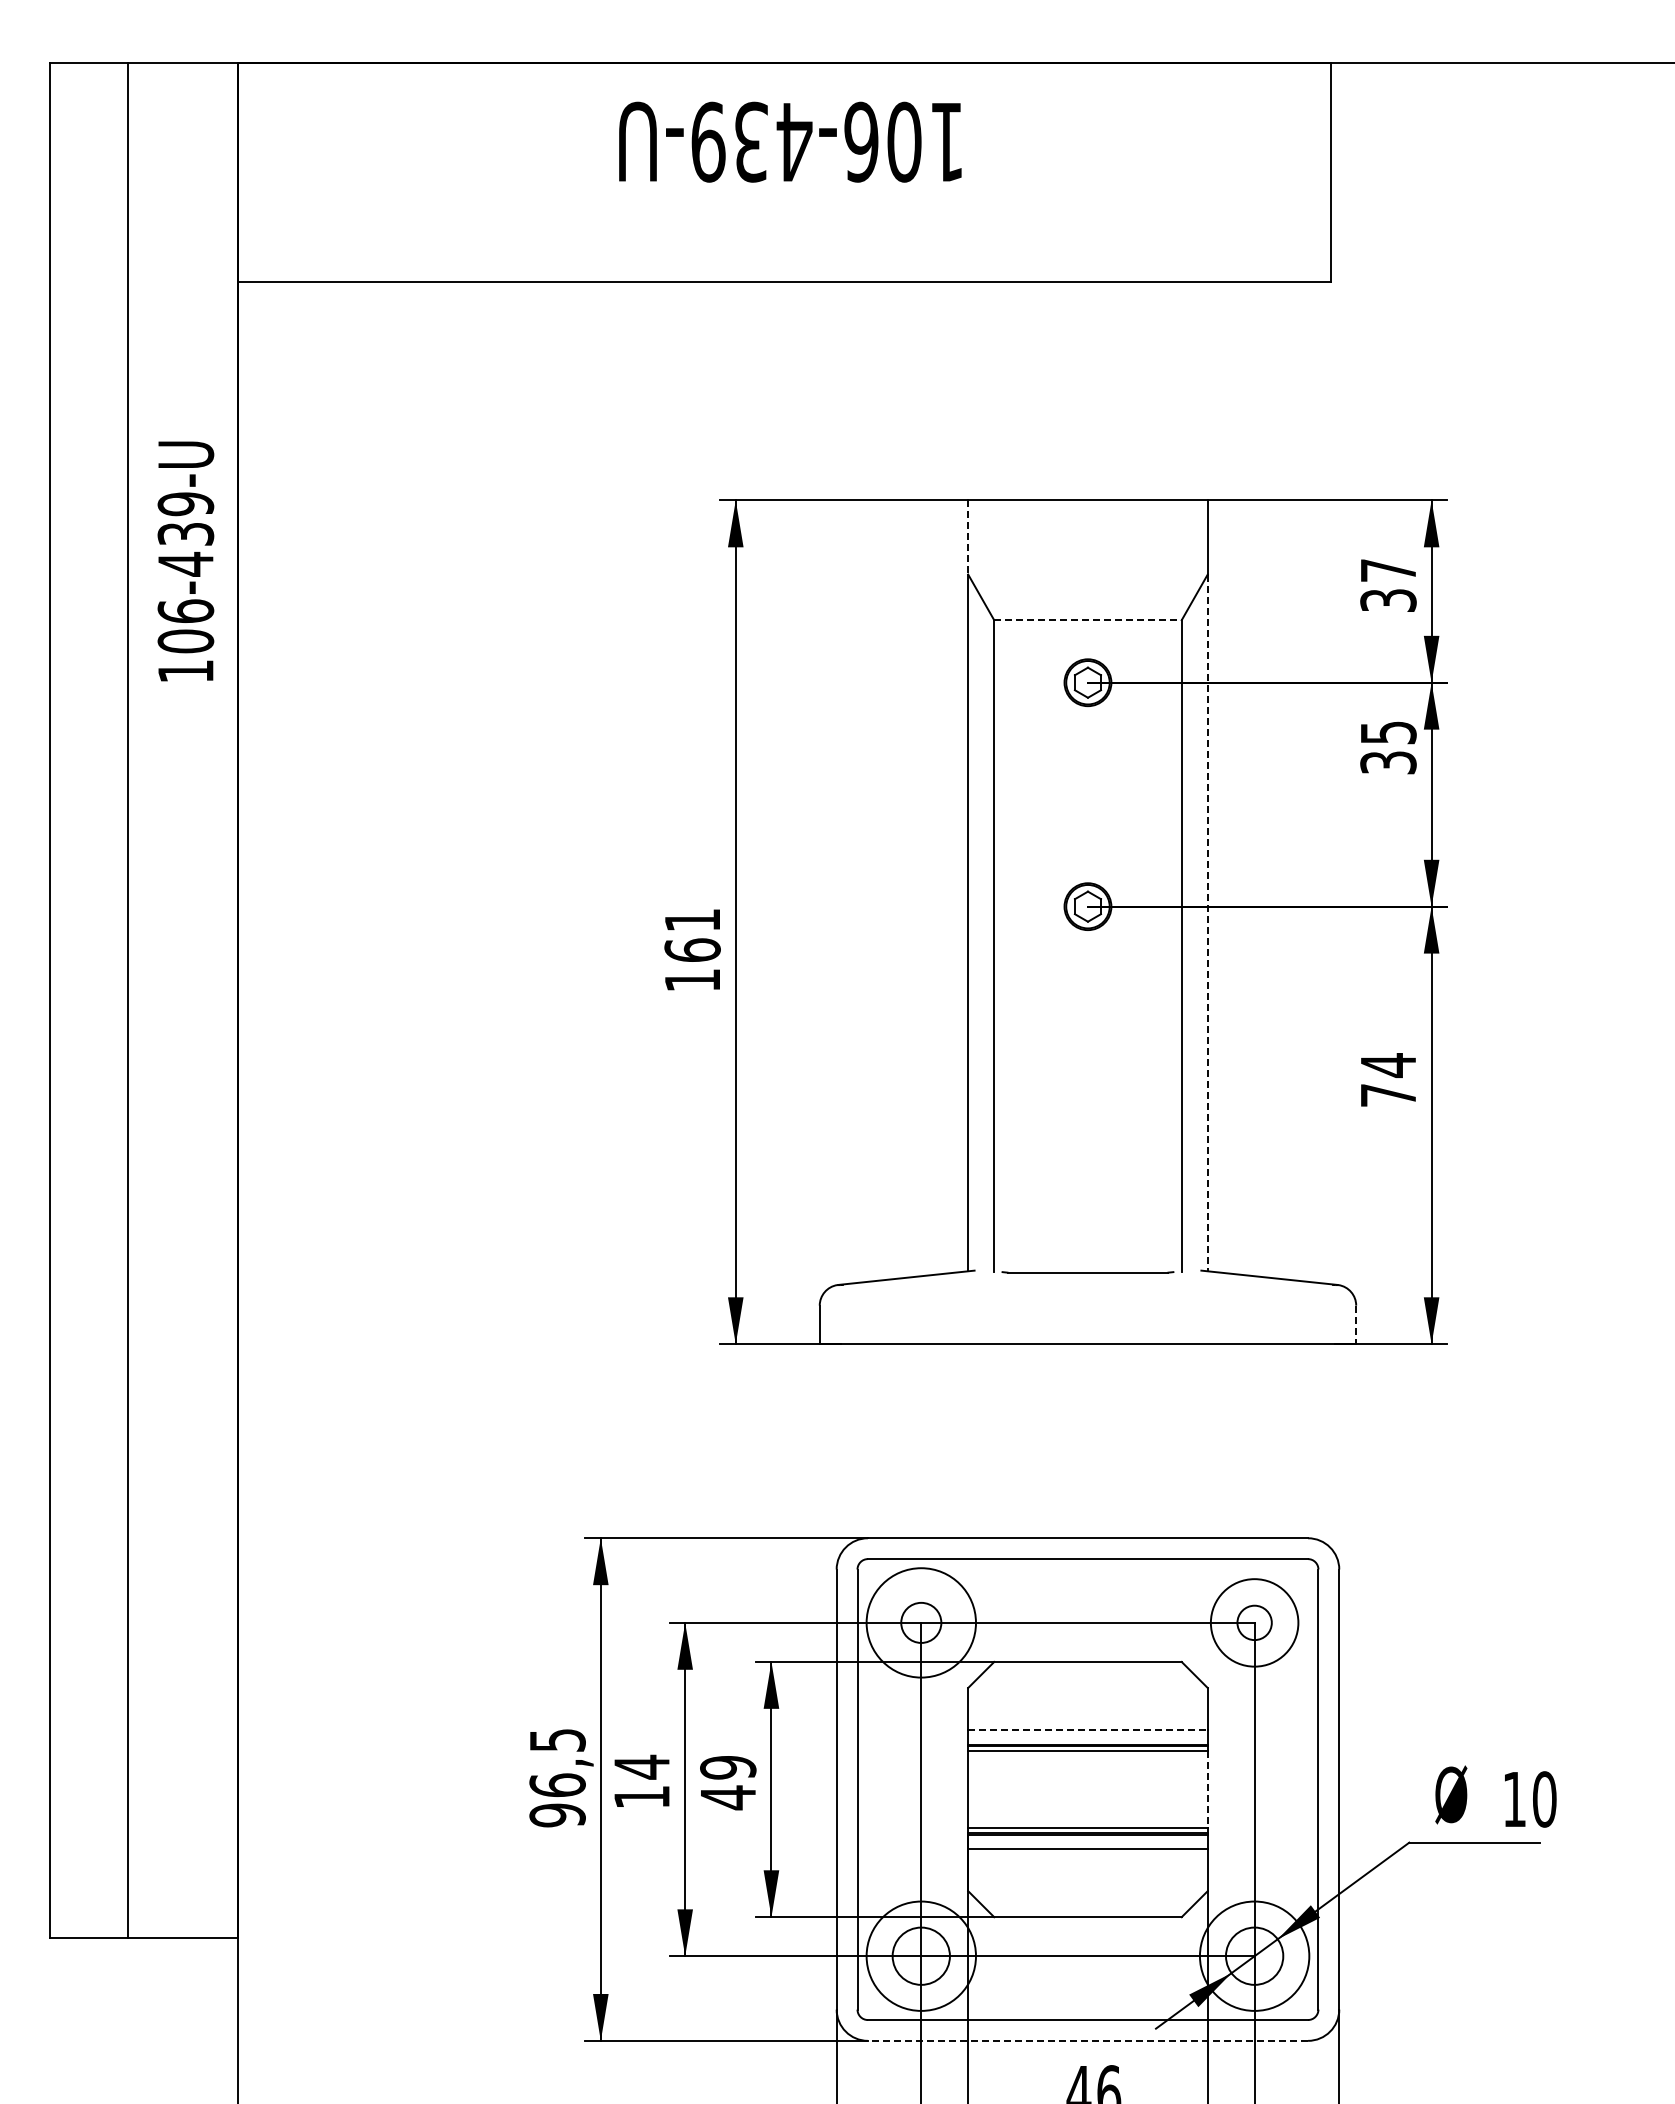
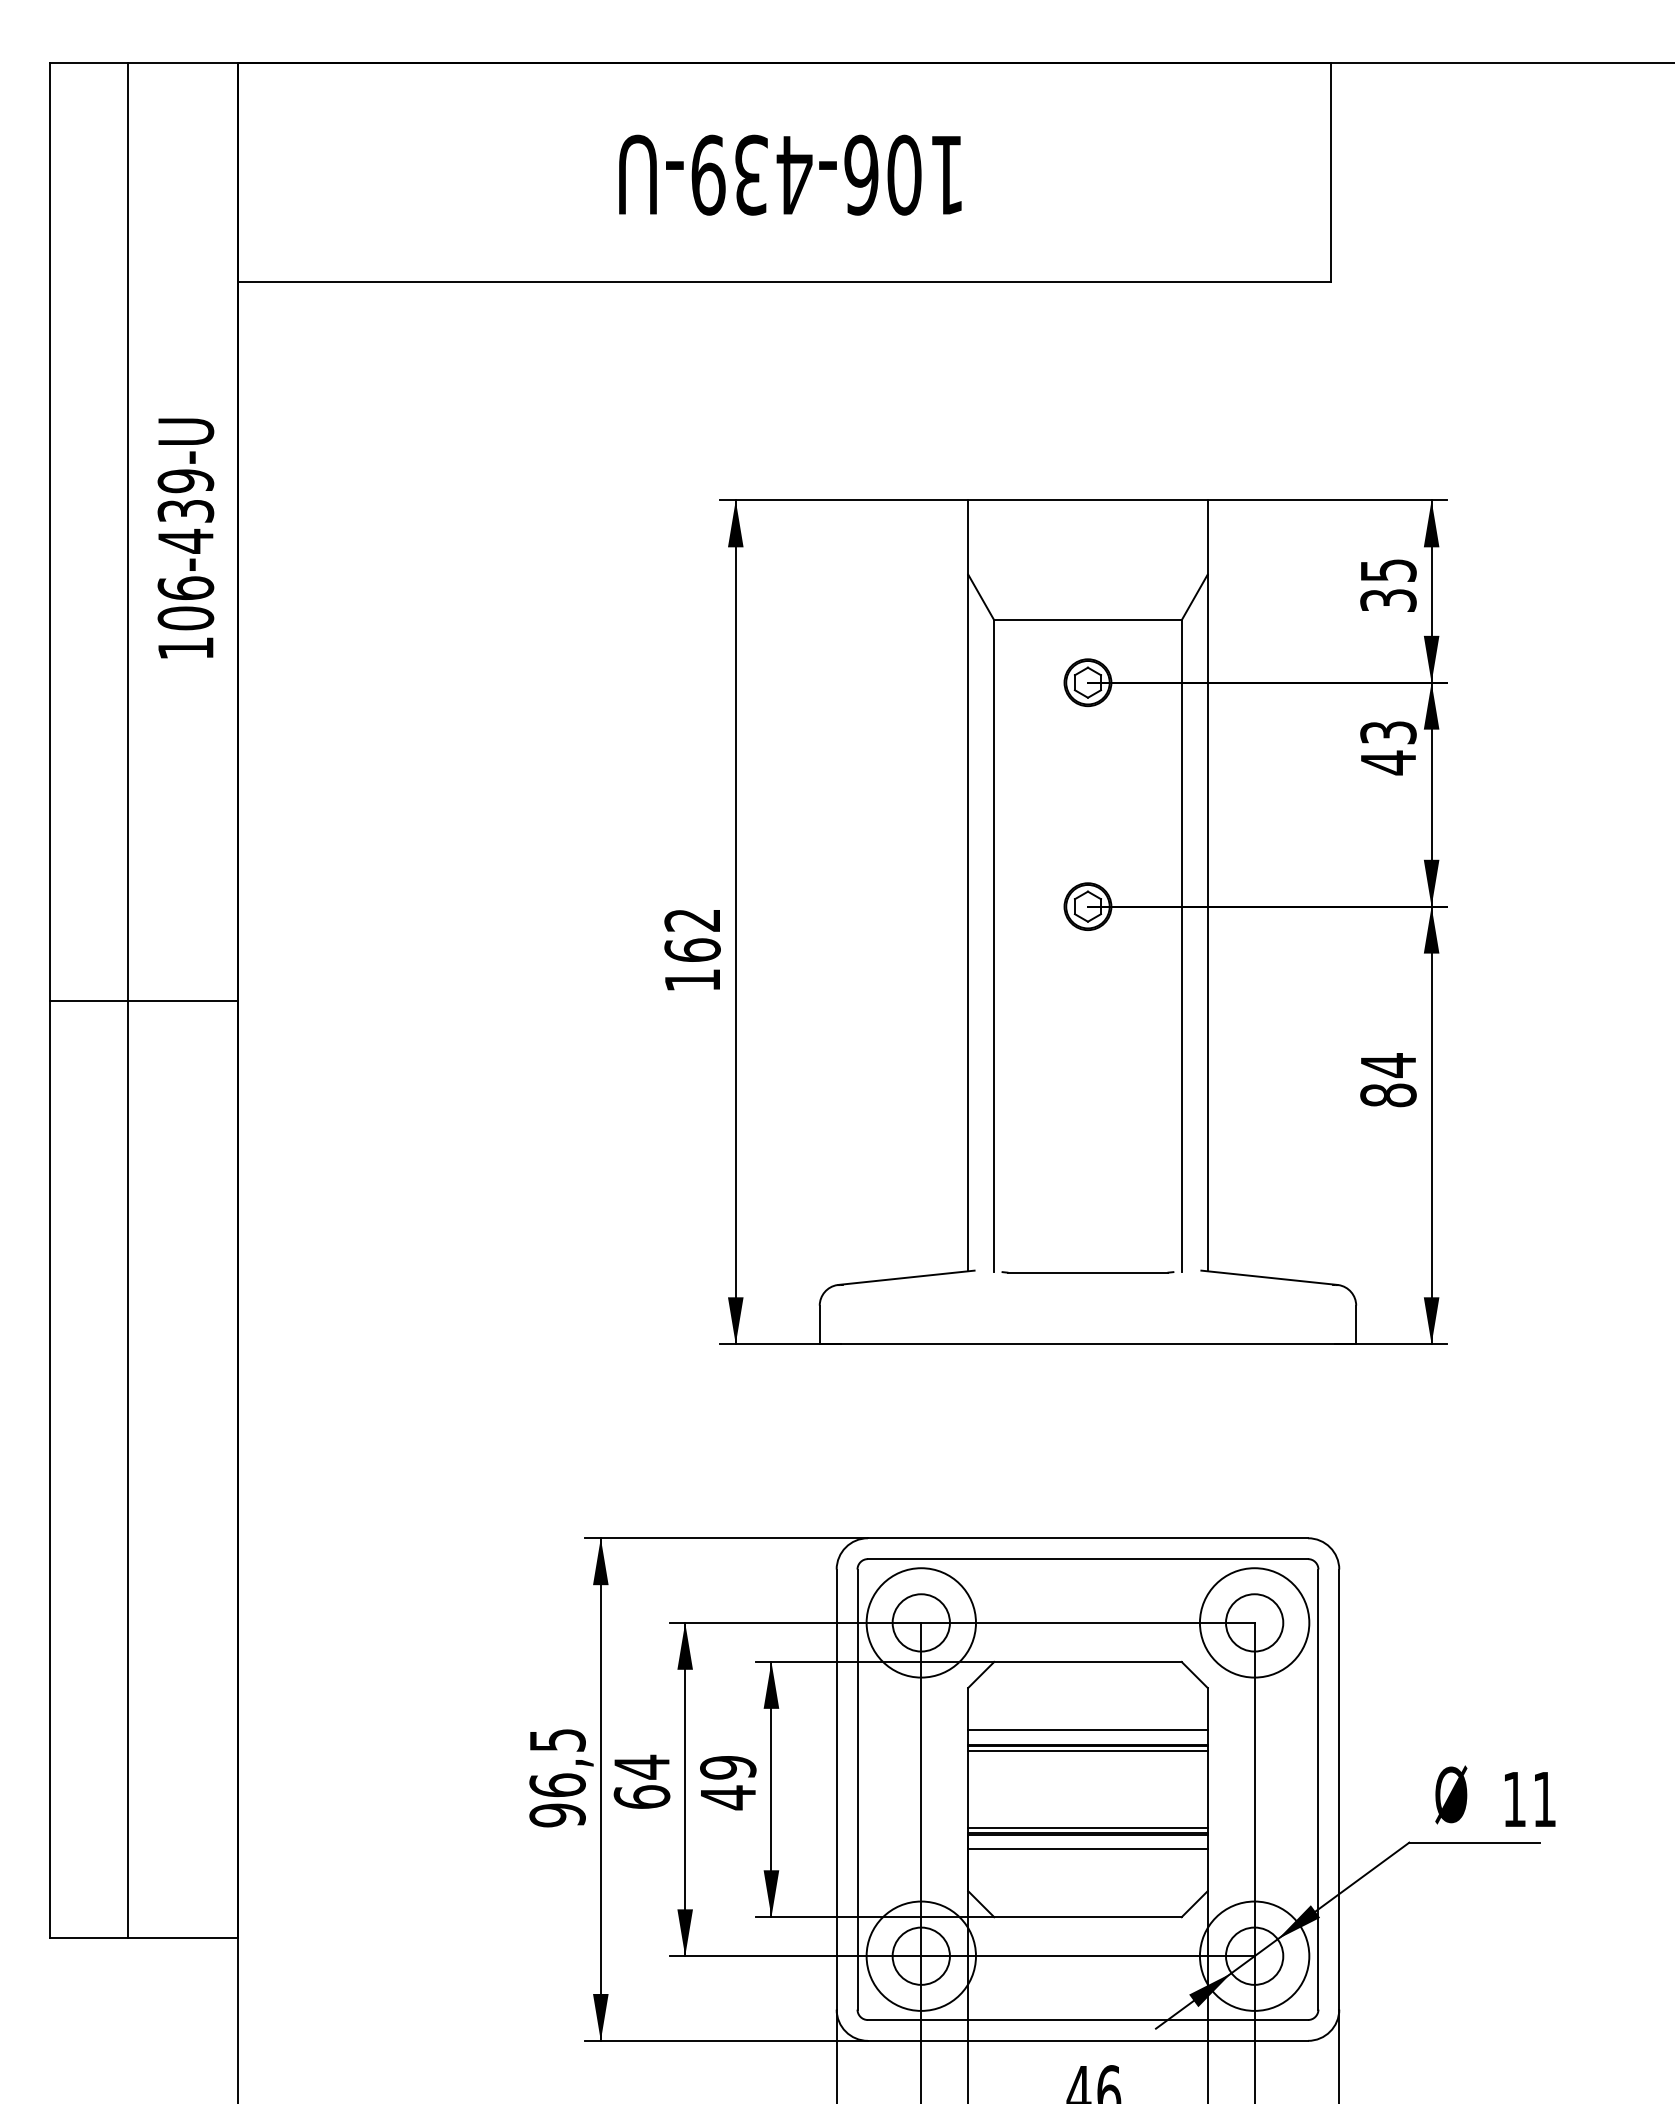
text at (790, 141) position: (790, 141) -> (790, 174)
line at (968, 537): dashed -> solid
text at (185, 561) position: (185, 561) -> (185, 538)
text at (1388, 570): 37 -> 35
line at (1087, 620): dashed -> solid
text at (1388, 748): 35 -> 43
text at (691, 920): 161 -> 162
line at (1207, 923): dashed -> solid
line at (143, 1000): none -> present
text at (1388, 1095): 74 -> 84
line at (1356, 1325): dashed -> solid
circle at (921, 1622) diameter: 40 px -> 57 px
circle at (1254, 1622) diameter: 34 px -> 57 px
circle at (1254, 1622) diameter: 87 px -> 109 px
line at (1087, 1730): dashed -> solid
line at (1207, 1789): dashed -> solid
text at (641, 1796): 14 -> 64
text at (1544, 1799): 10 -> 11
line at (1087, 2040): dashed -> solid
